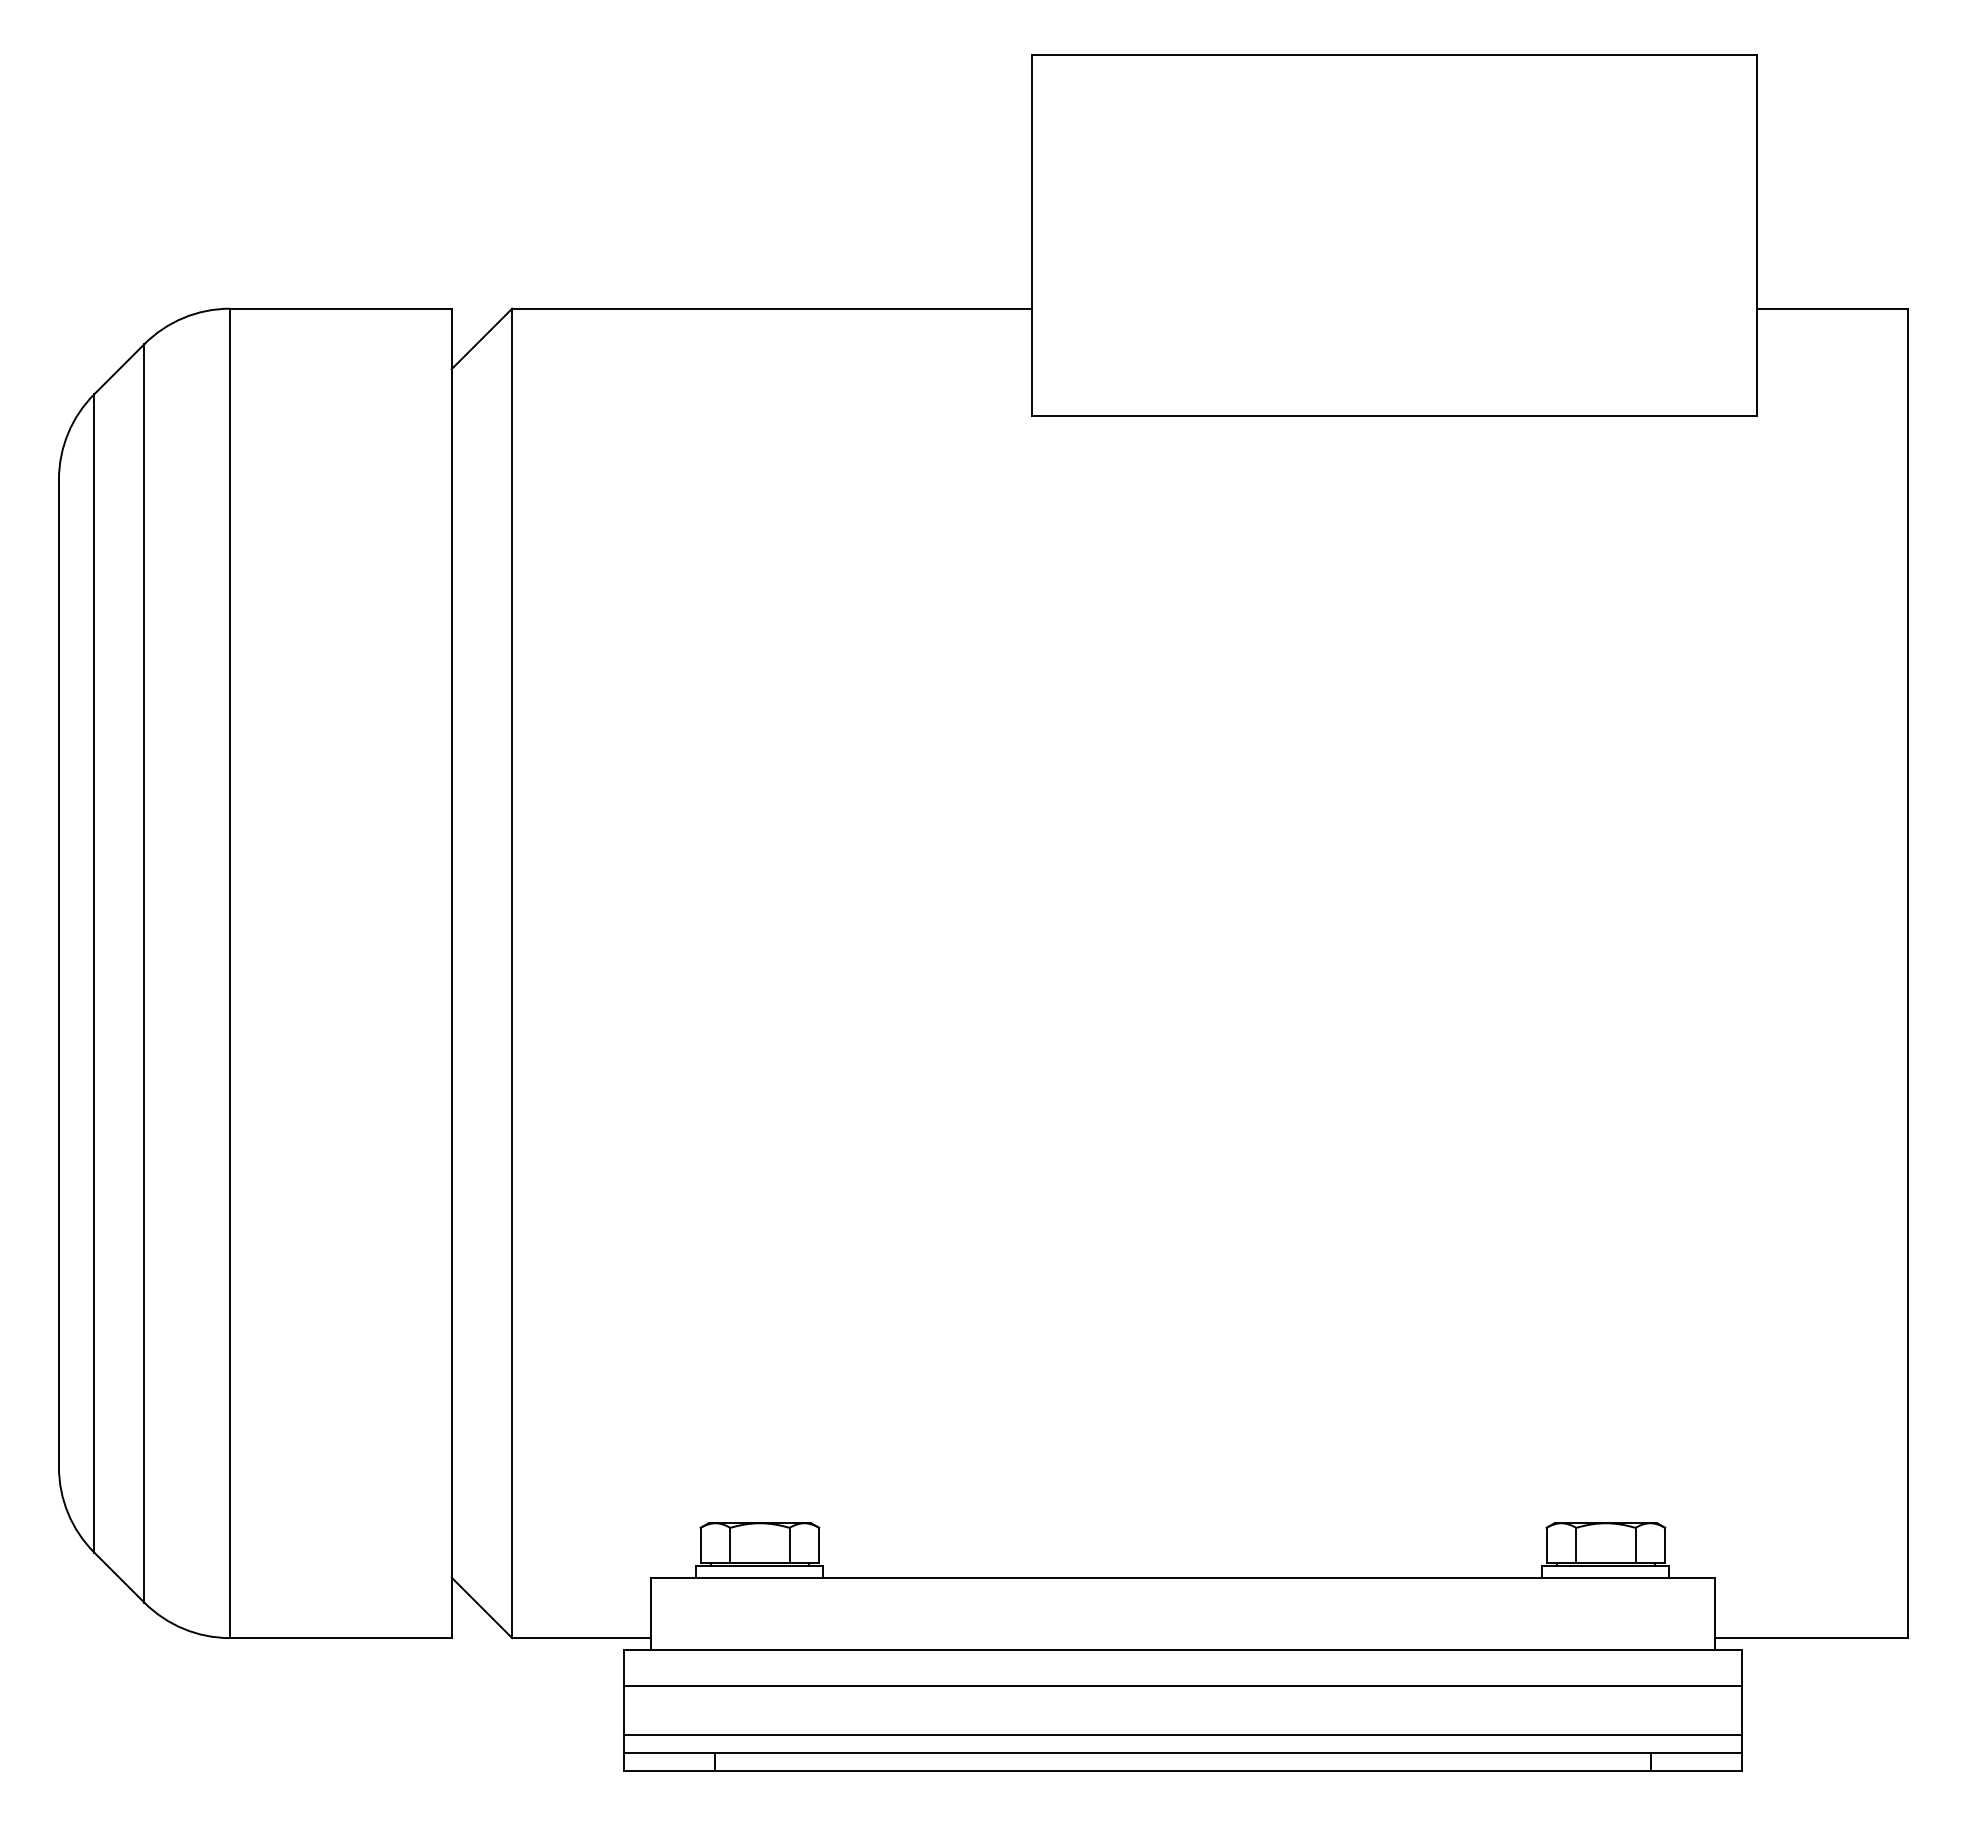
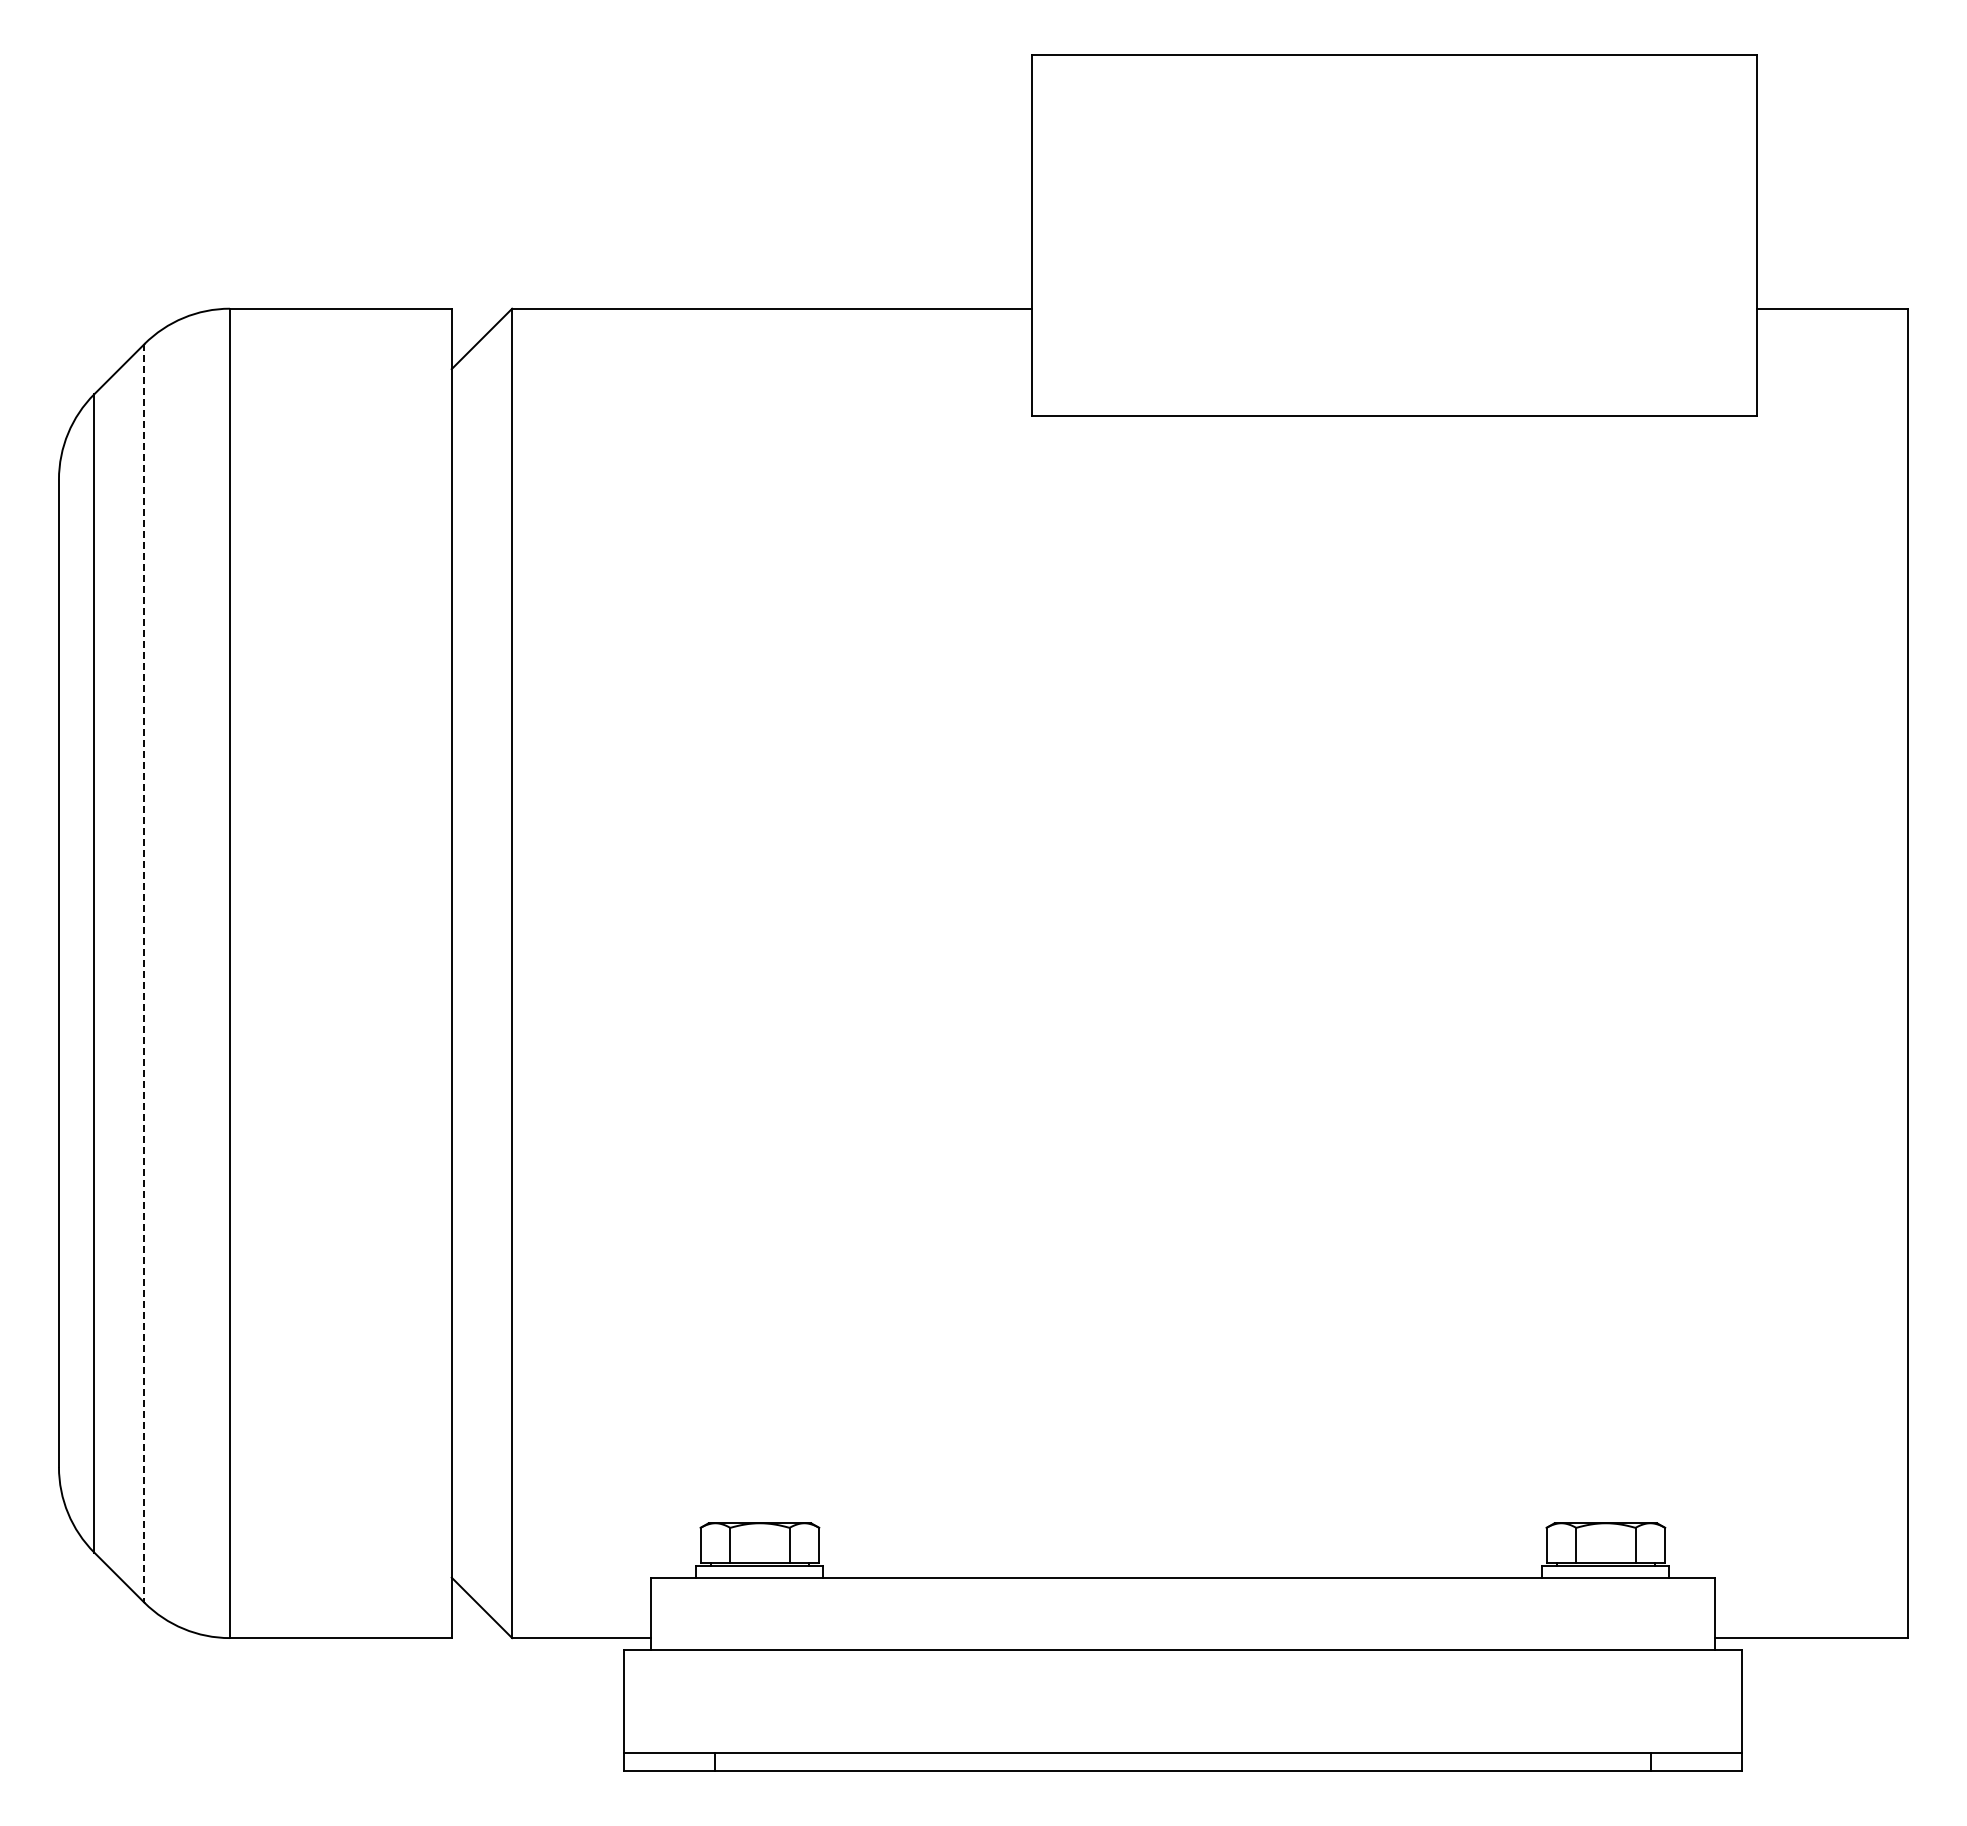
line at (144, 973): solid -> dashed
line at (1182, 1686): present -> none
line at (1182, 1734): present -> none
